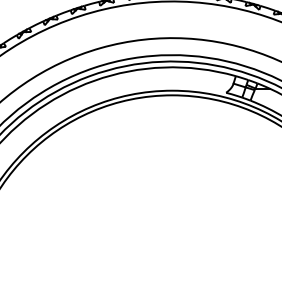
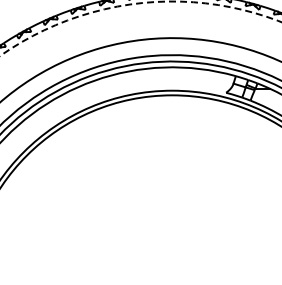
arc at (136, 3): solid -> dashed
